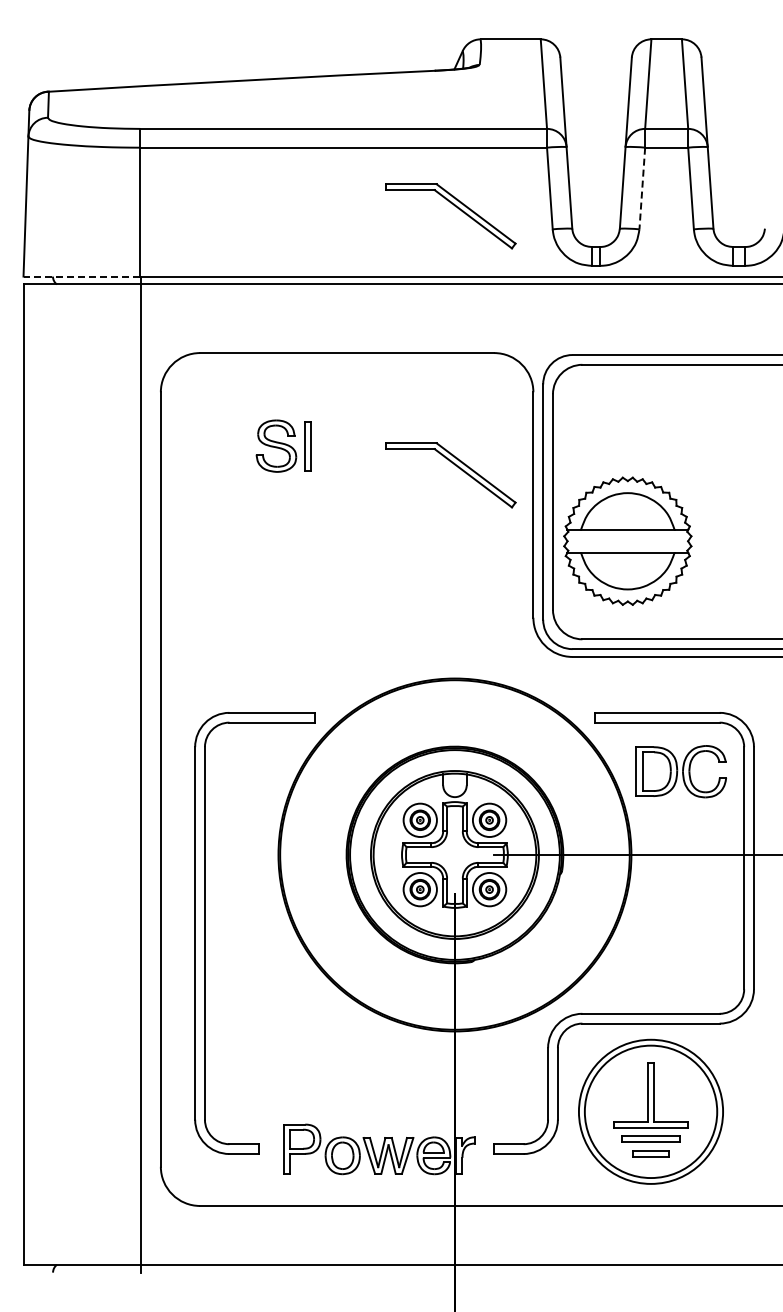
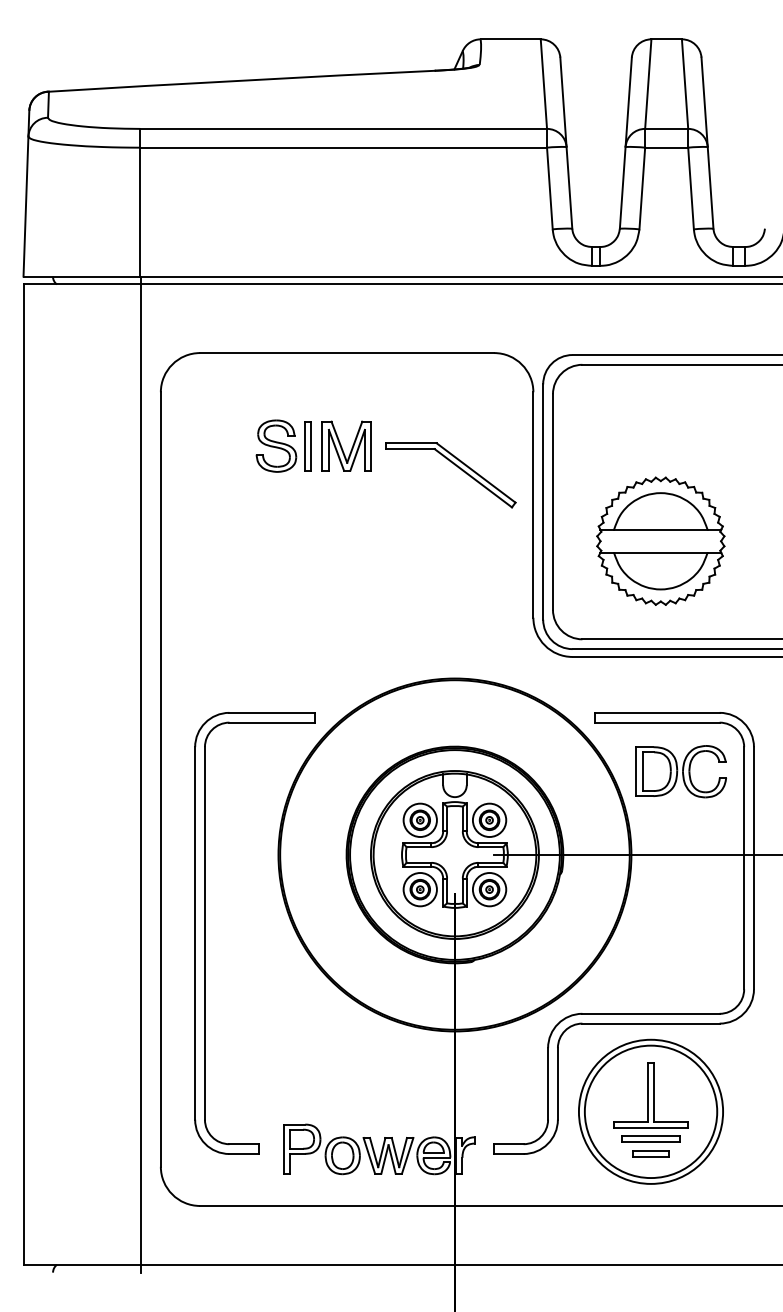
line at (642, 188): dashed -> solid
part at (457, 208): present -> none
line at (81, 276): dashed -> solid
part at (346, 445): none -> present
part at (627, 540) position: (627, 540) -> (660, 540)
